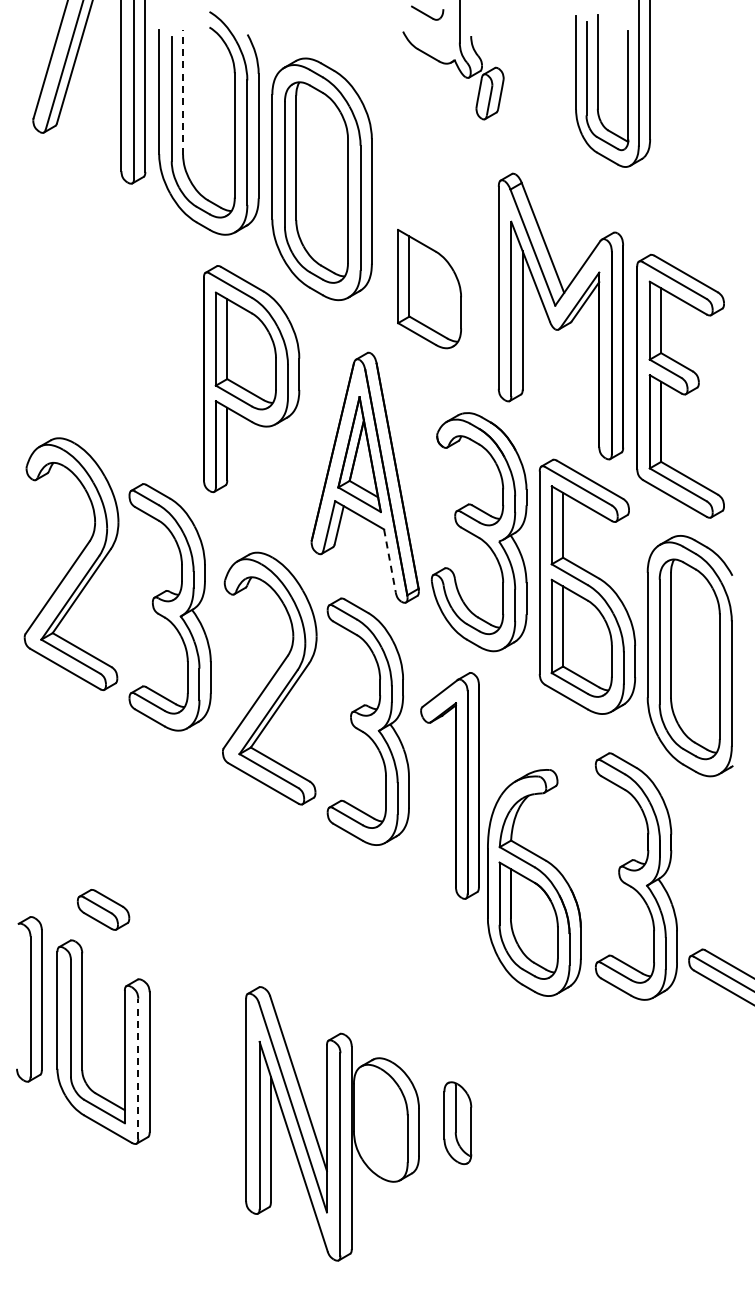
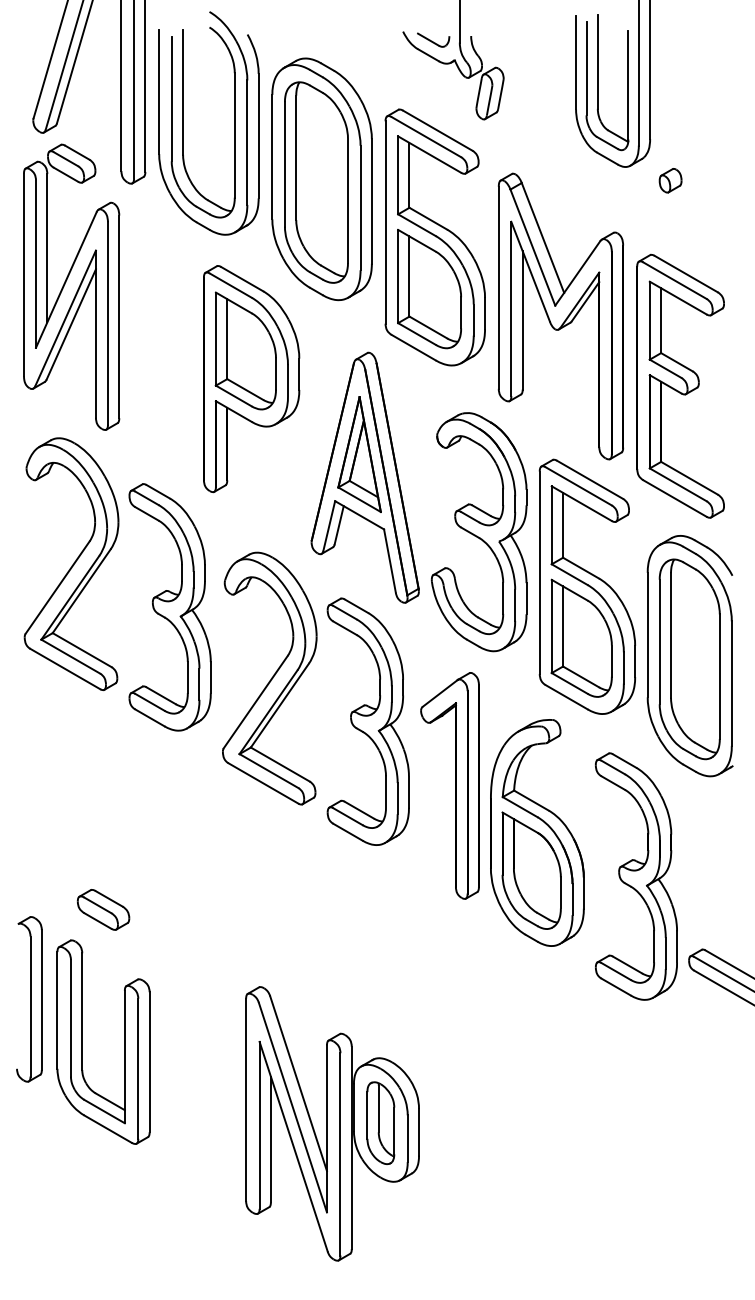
part at (427, 12) position: (427, 12) -> (433, 39)
line at (183, 92): dashed -> solid
part at (670, 180): none -> present
part at (434, 237): none -> present
part at (71, 286): none -> present
line at (390, 561): dashed -> solid
part at (534, 882) position: (534, 882) -> (537, 832)
line at (138, 1068): dashed -> solid
part at (457, 1122) position: (457, 1122) -> (380, 1122)
